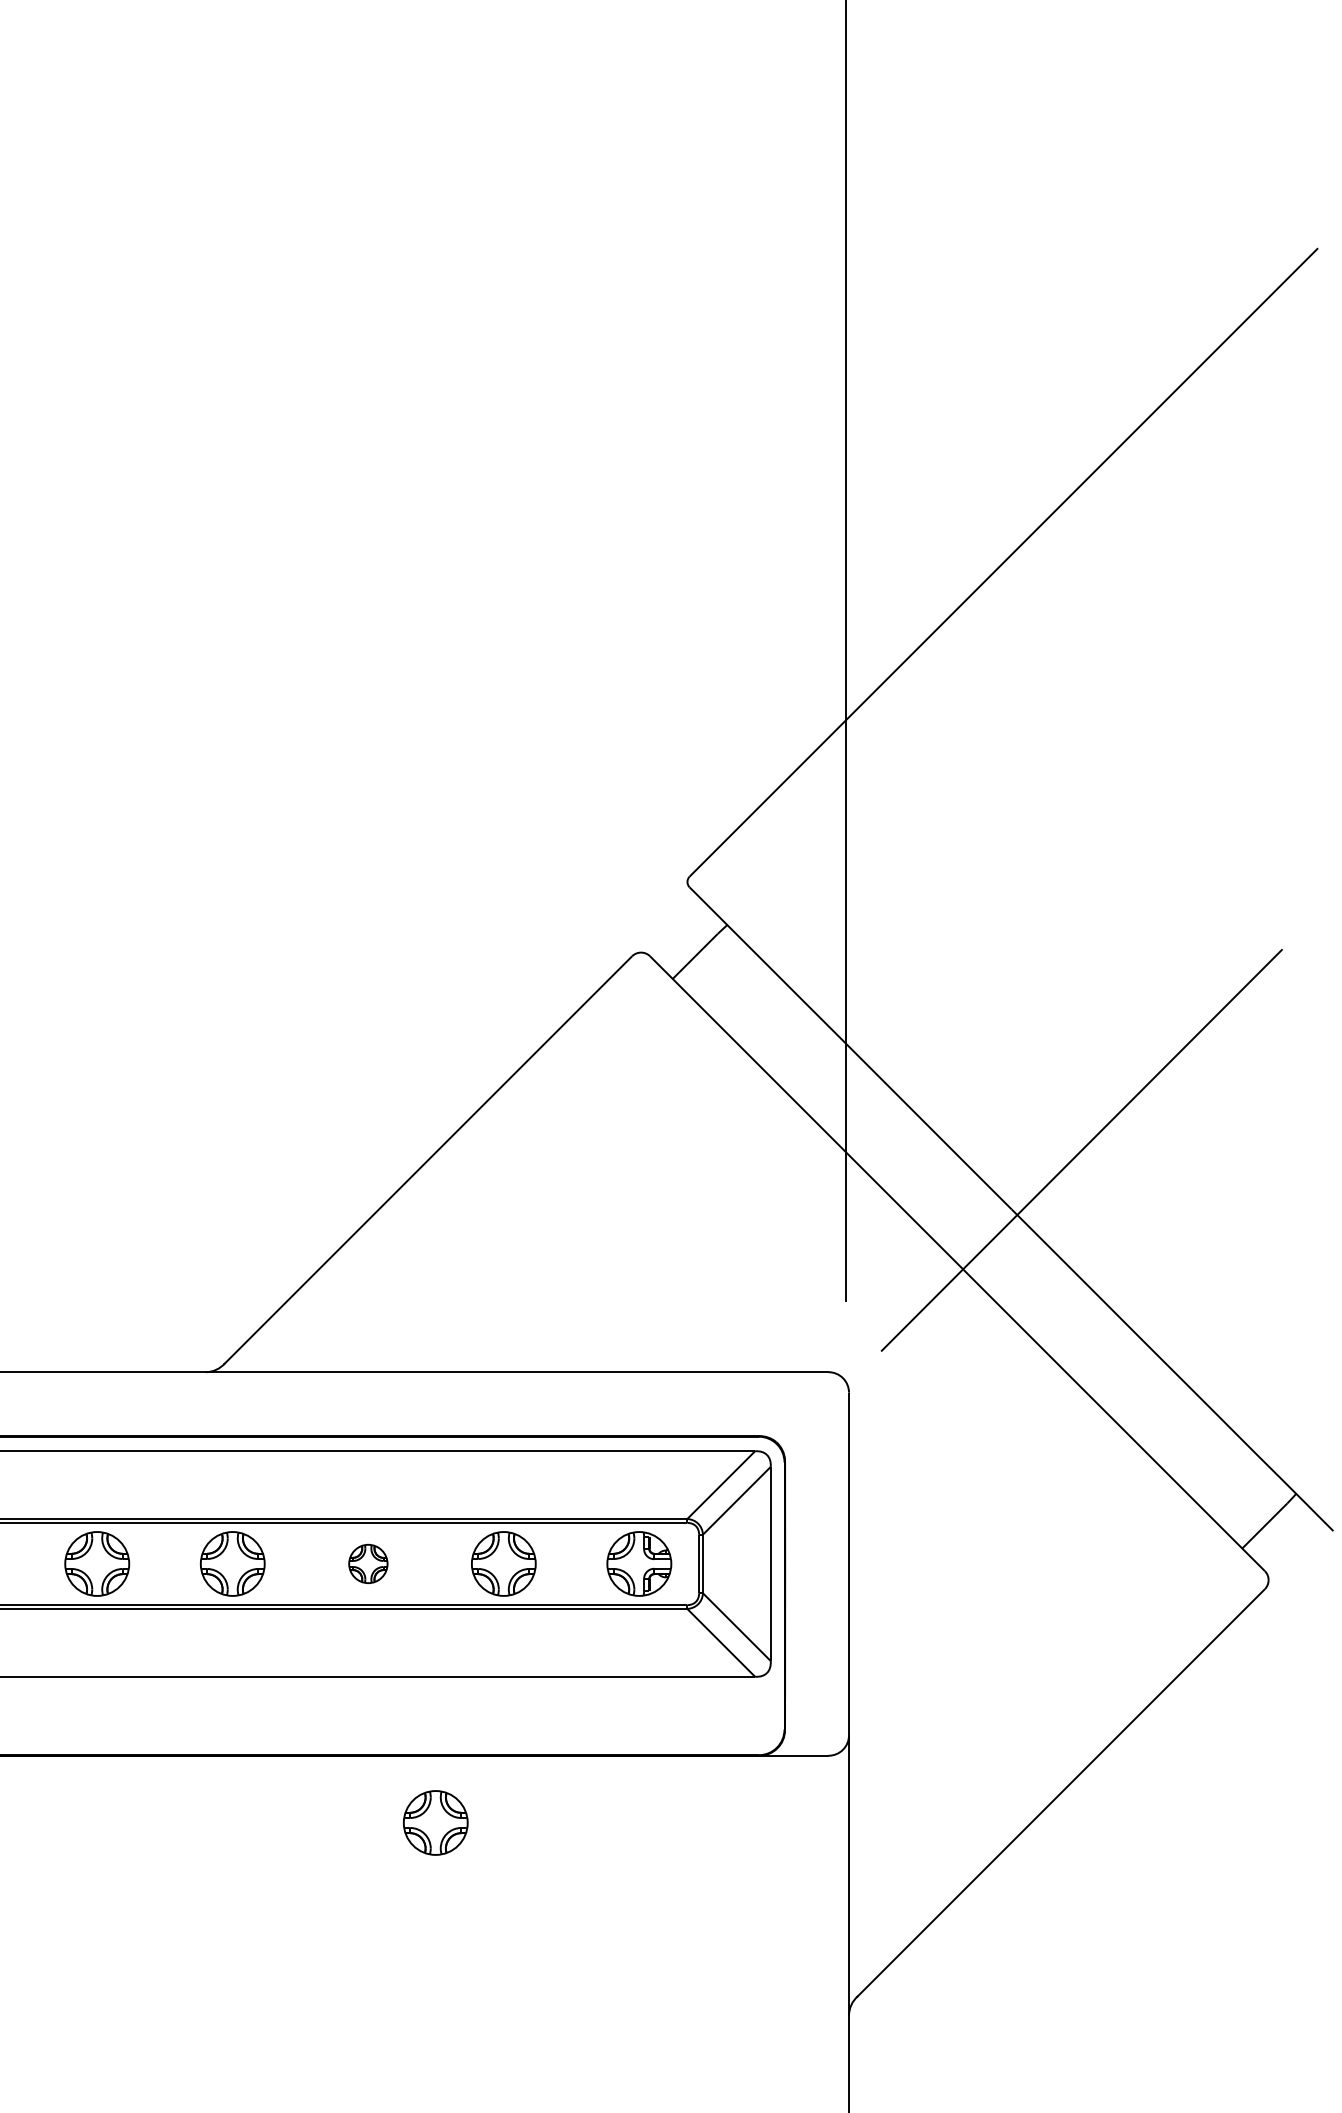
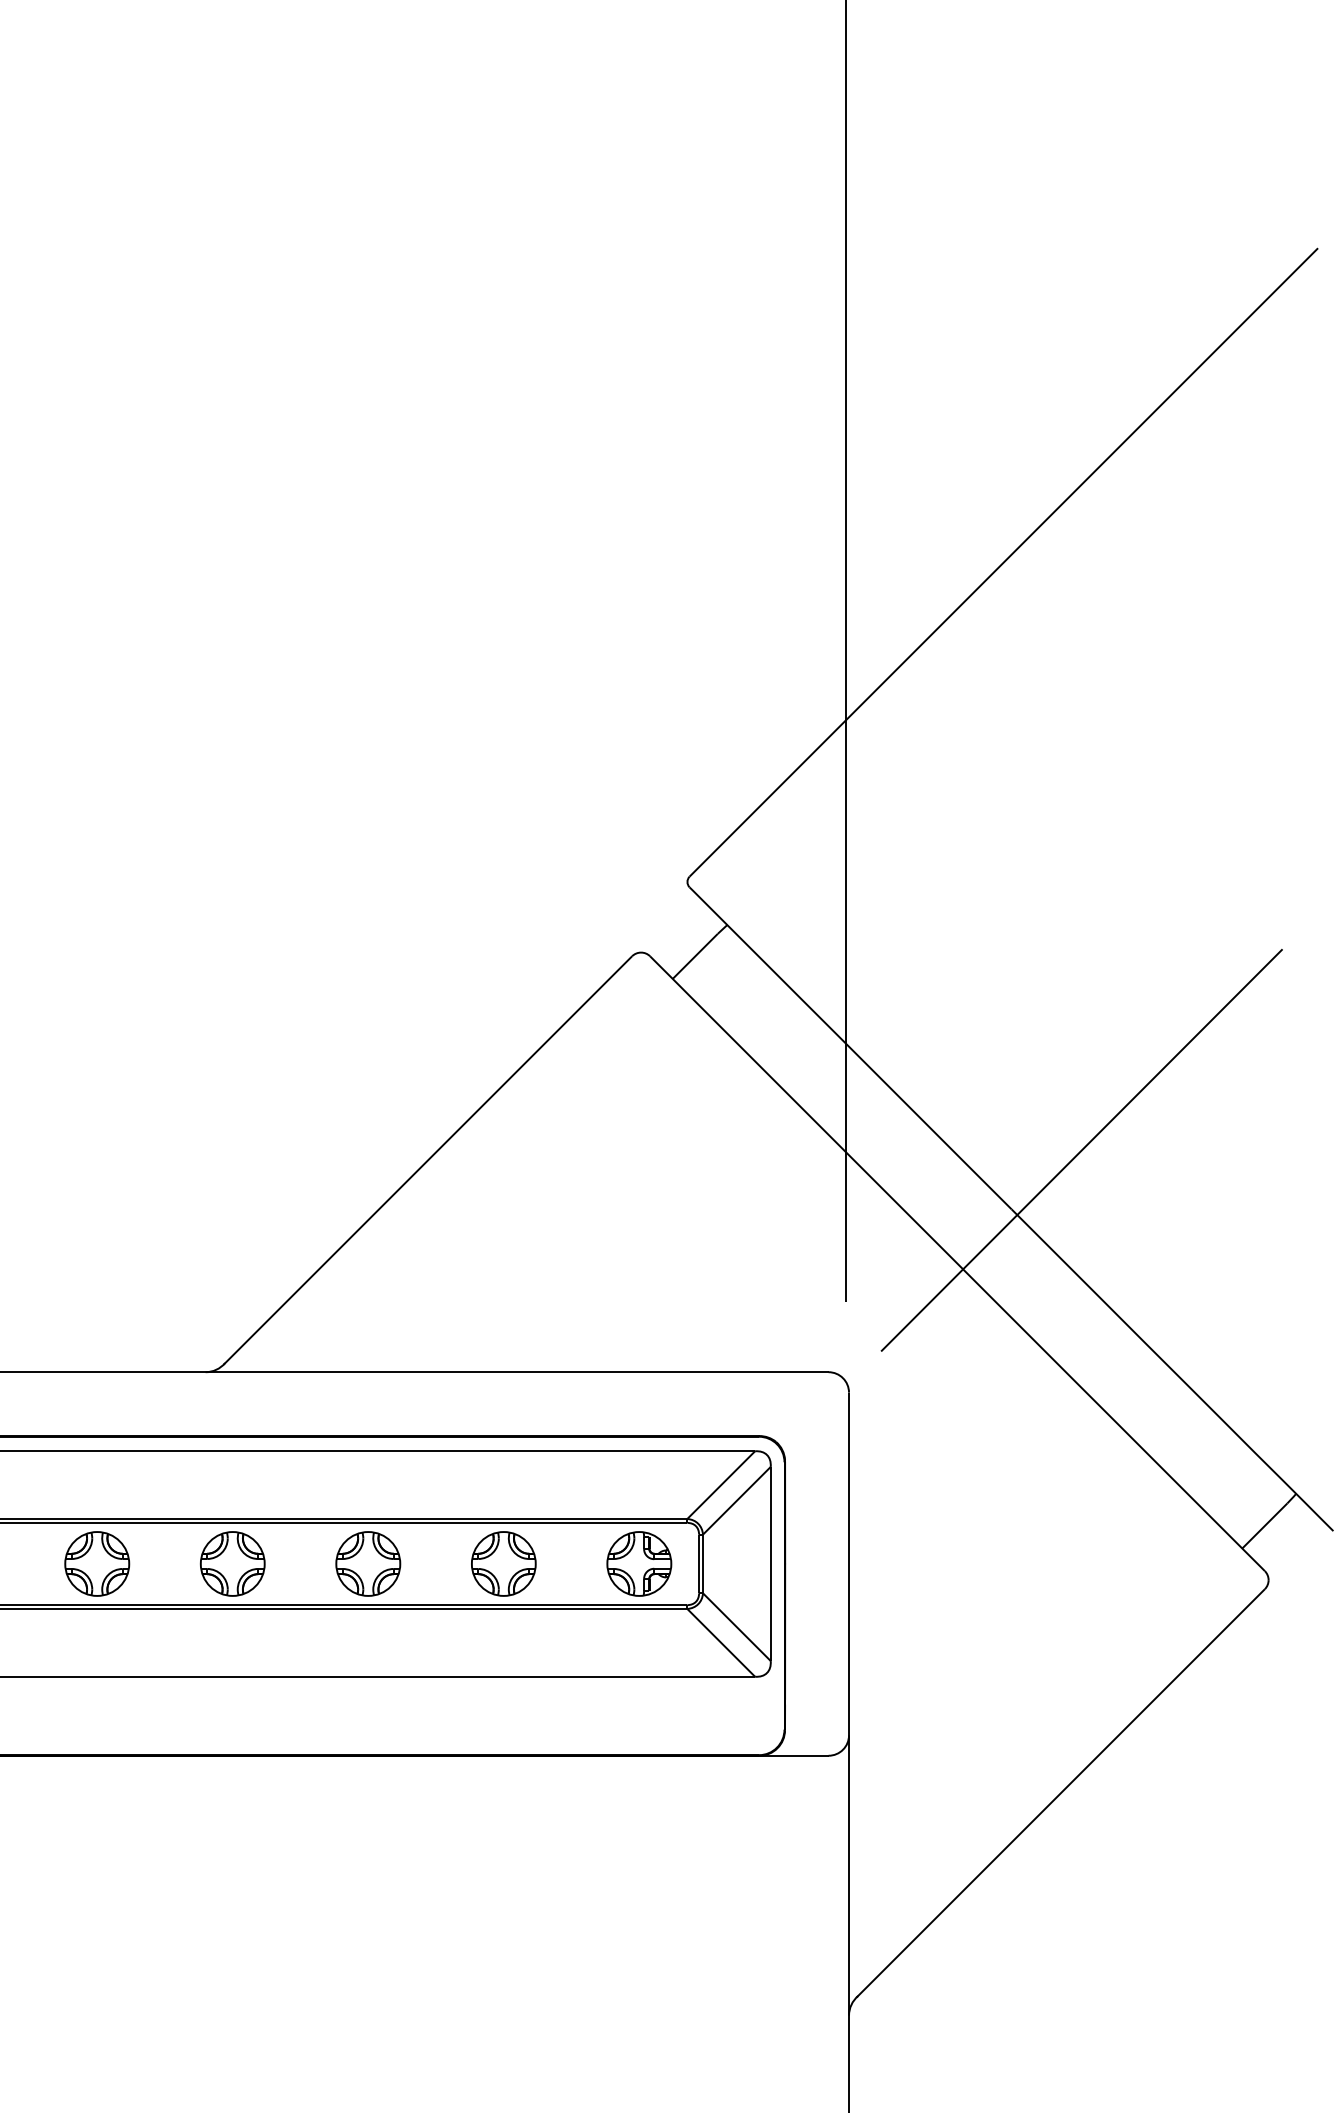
part at (368, 1563) size: 41x41 px -> 67x66 px
part at (435, 1822): present -> none
